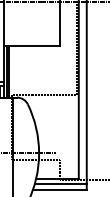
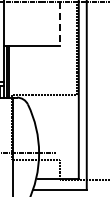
line at (59, 22): solid -> dashed
line at (61, 184): present -> none
